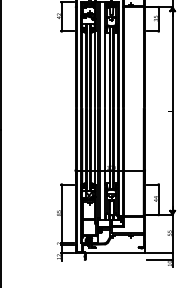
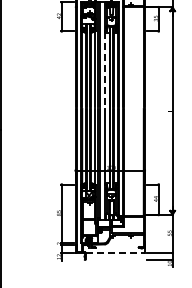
line at (105, 69): solid -> dashed
line at (115, 253): solid -> dashed
